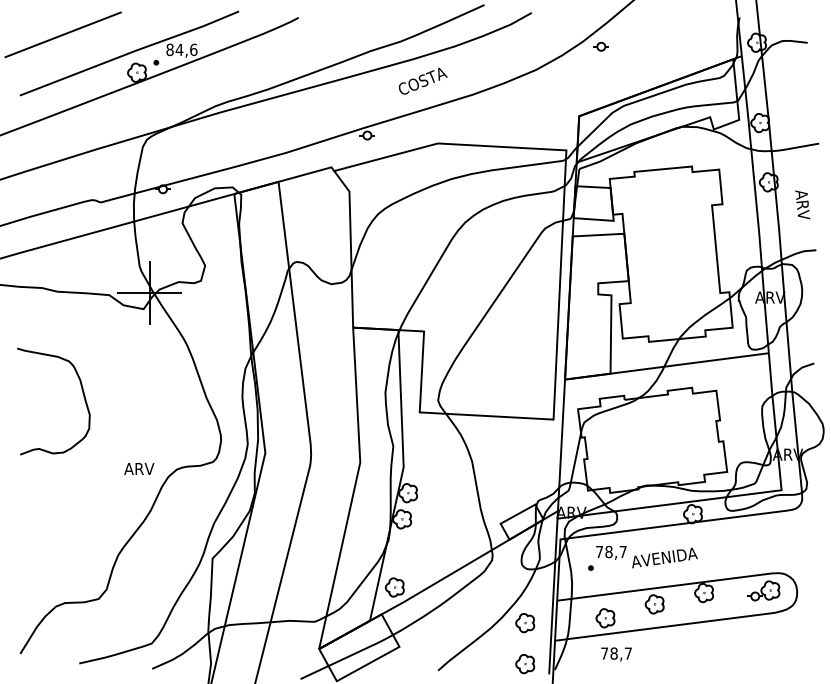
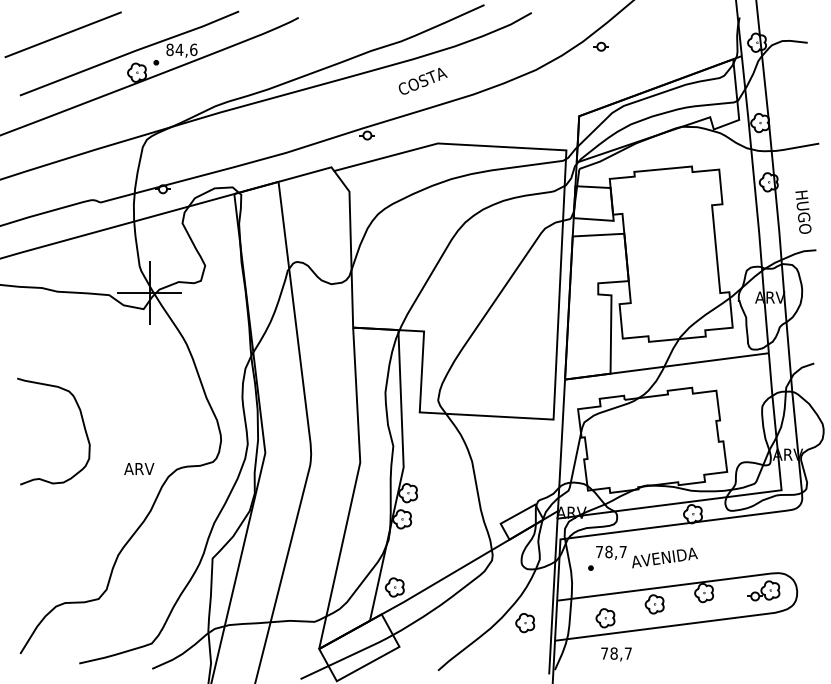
text at (803, 211): ARV -> HUGO
curve at (82, 393) position: (82, 393) -> (82, 423)
part at (525, 664): present -> none
